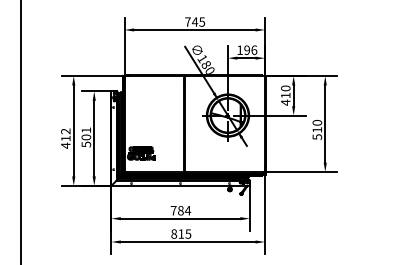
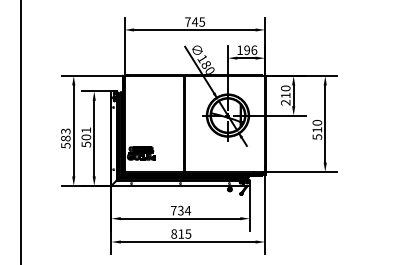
text at (285, 102): 410 -> 210
text at (65, 138): 412 -> 583
text at (180, 210): 784 -> 734
